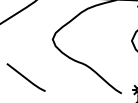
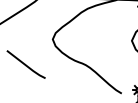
line at (25, 77) position: (25, 77) -> (25, 64)
